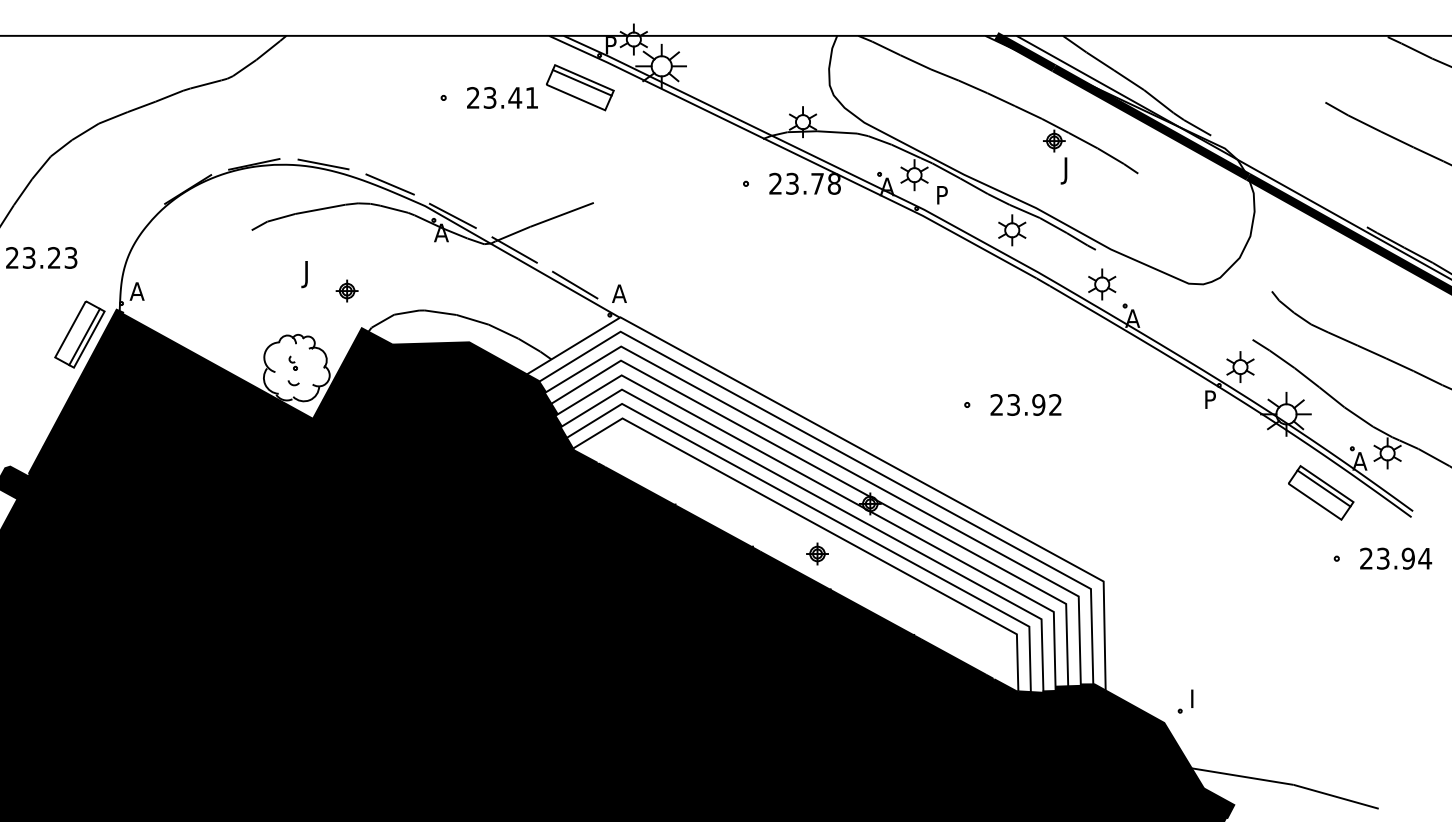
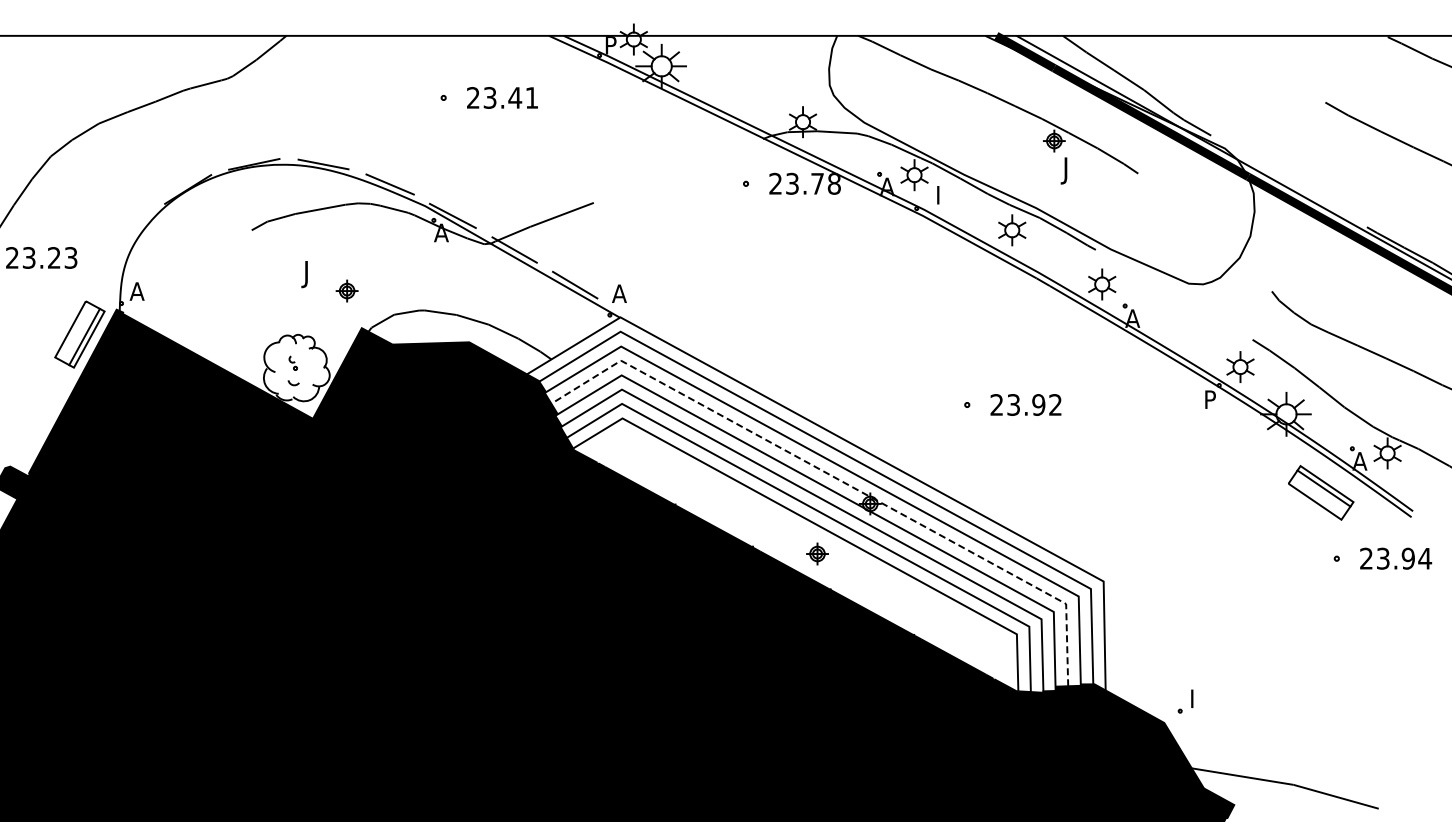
part at (580, 87): present -> none
text at (943, 191): P -> I
line at (843, 482): solid -> dashed
